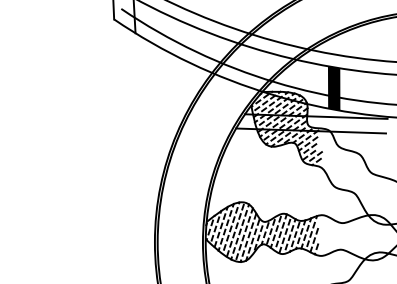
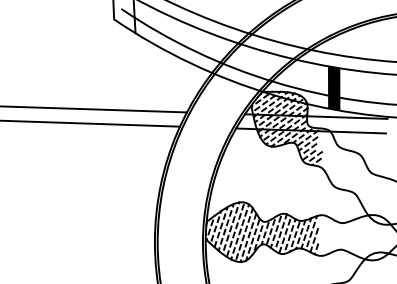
line at (94, 109): none -> present
line at (91, 123): none -> present
